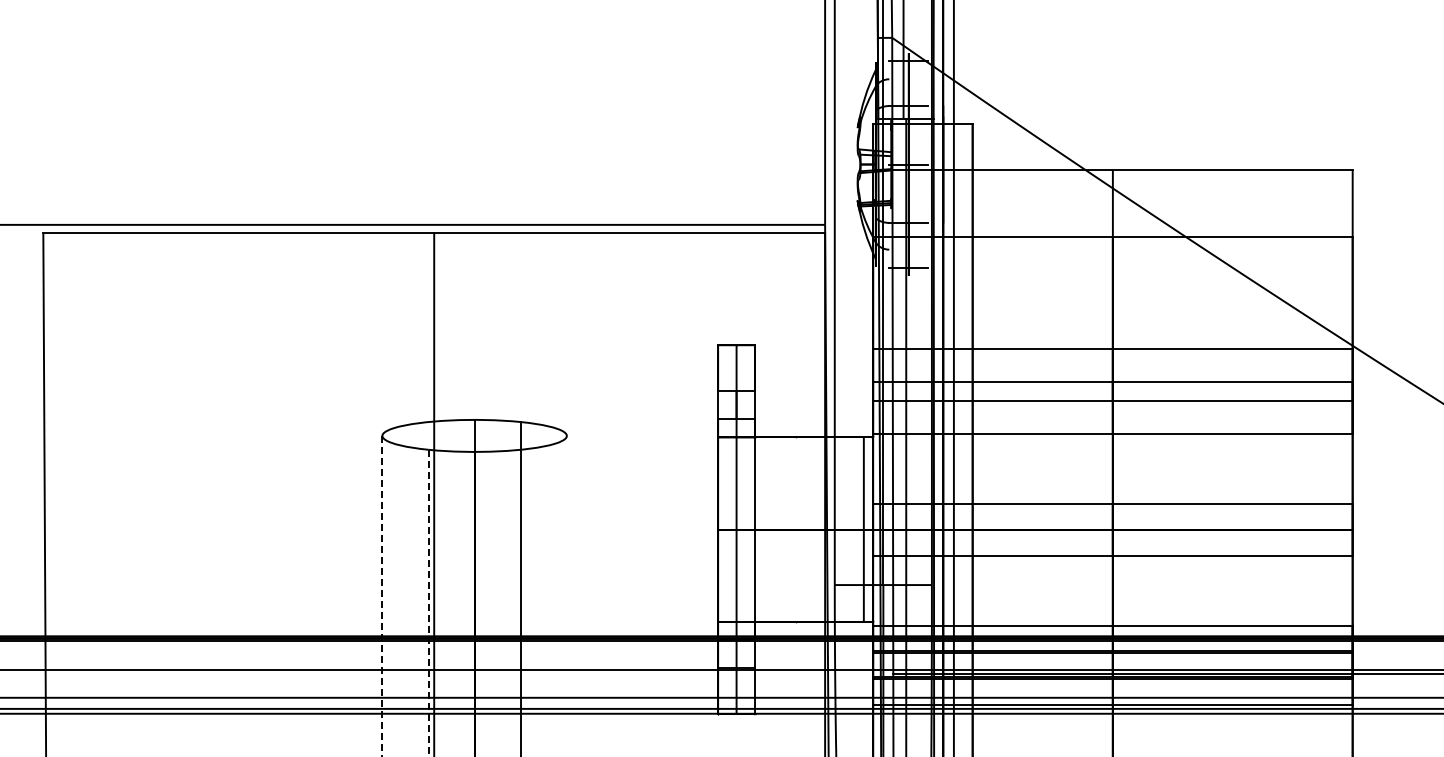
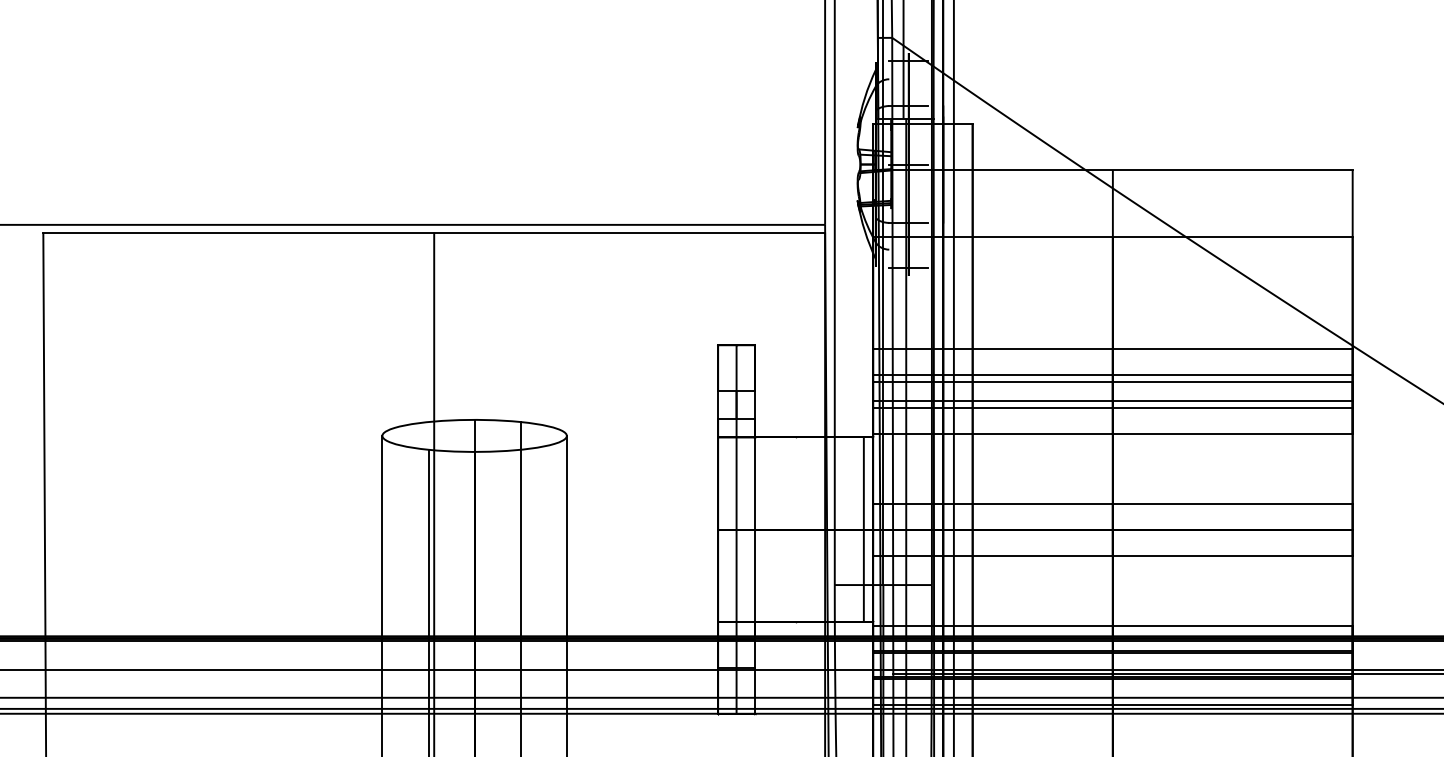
line at (1112, 374): none -> present
line at (1112, 407): none -> present
line at (566, 594): none -> present
line at (382, 596): dashed -> solid
line at (428, 603): dashed -> solid
